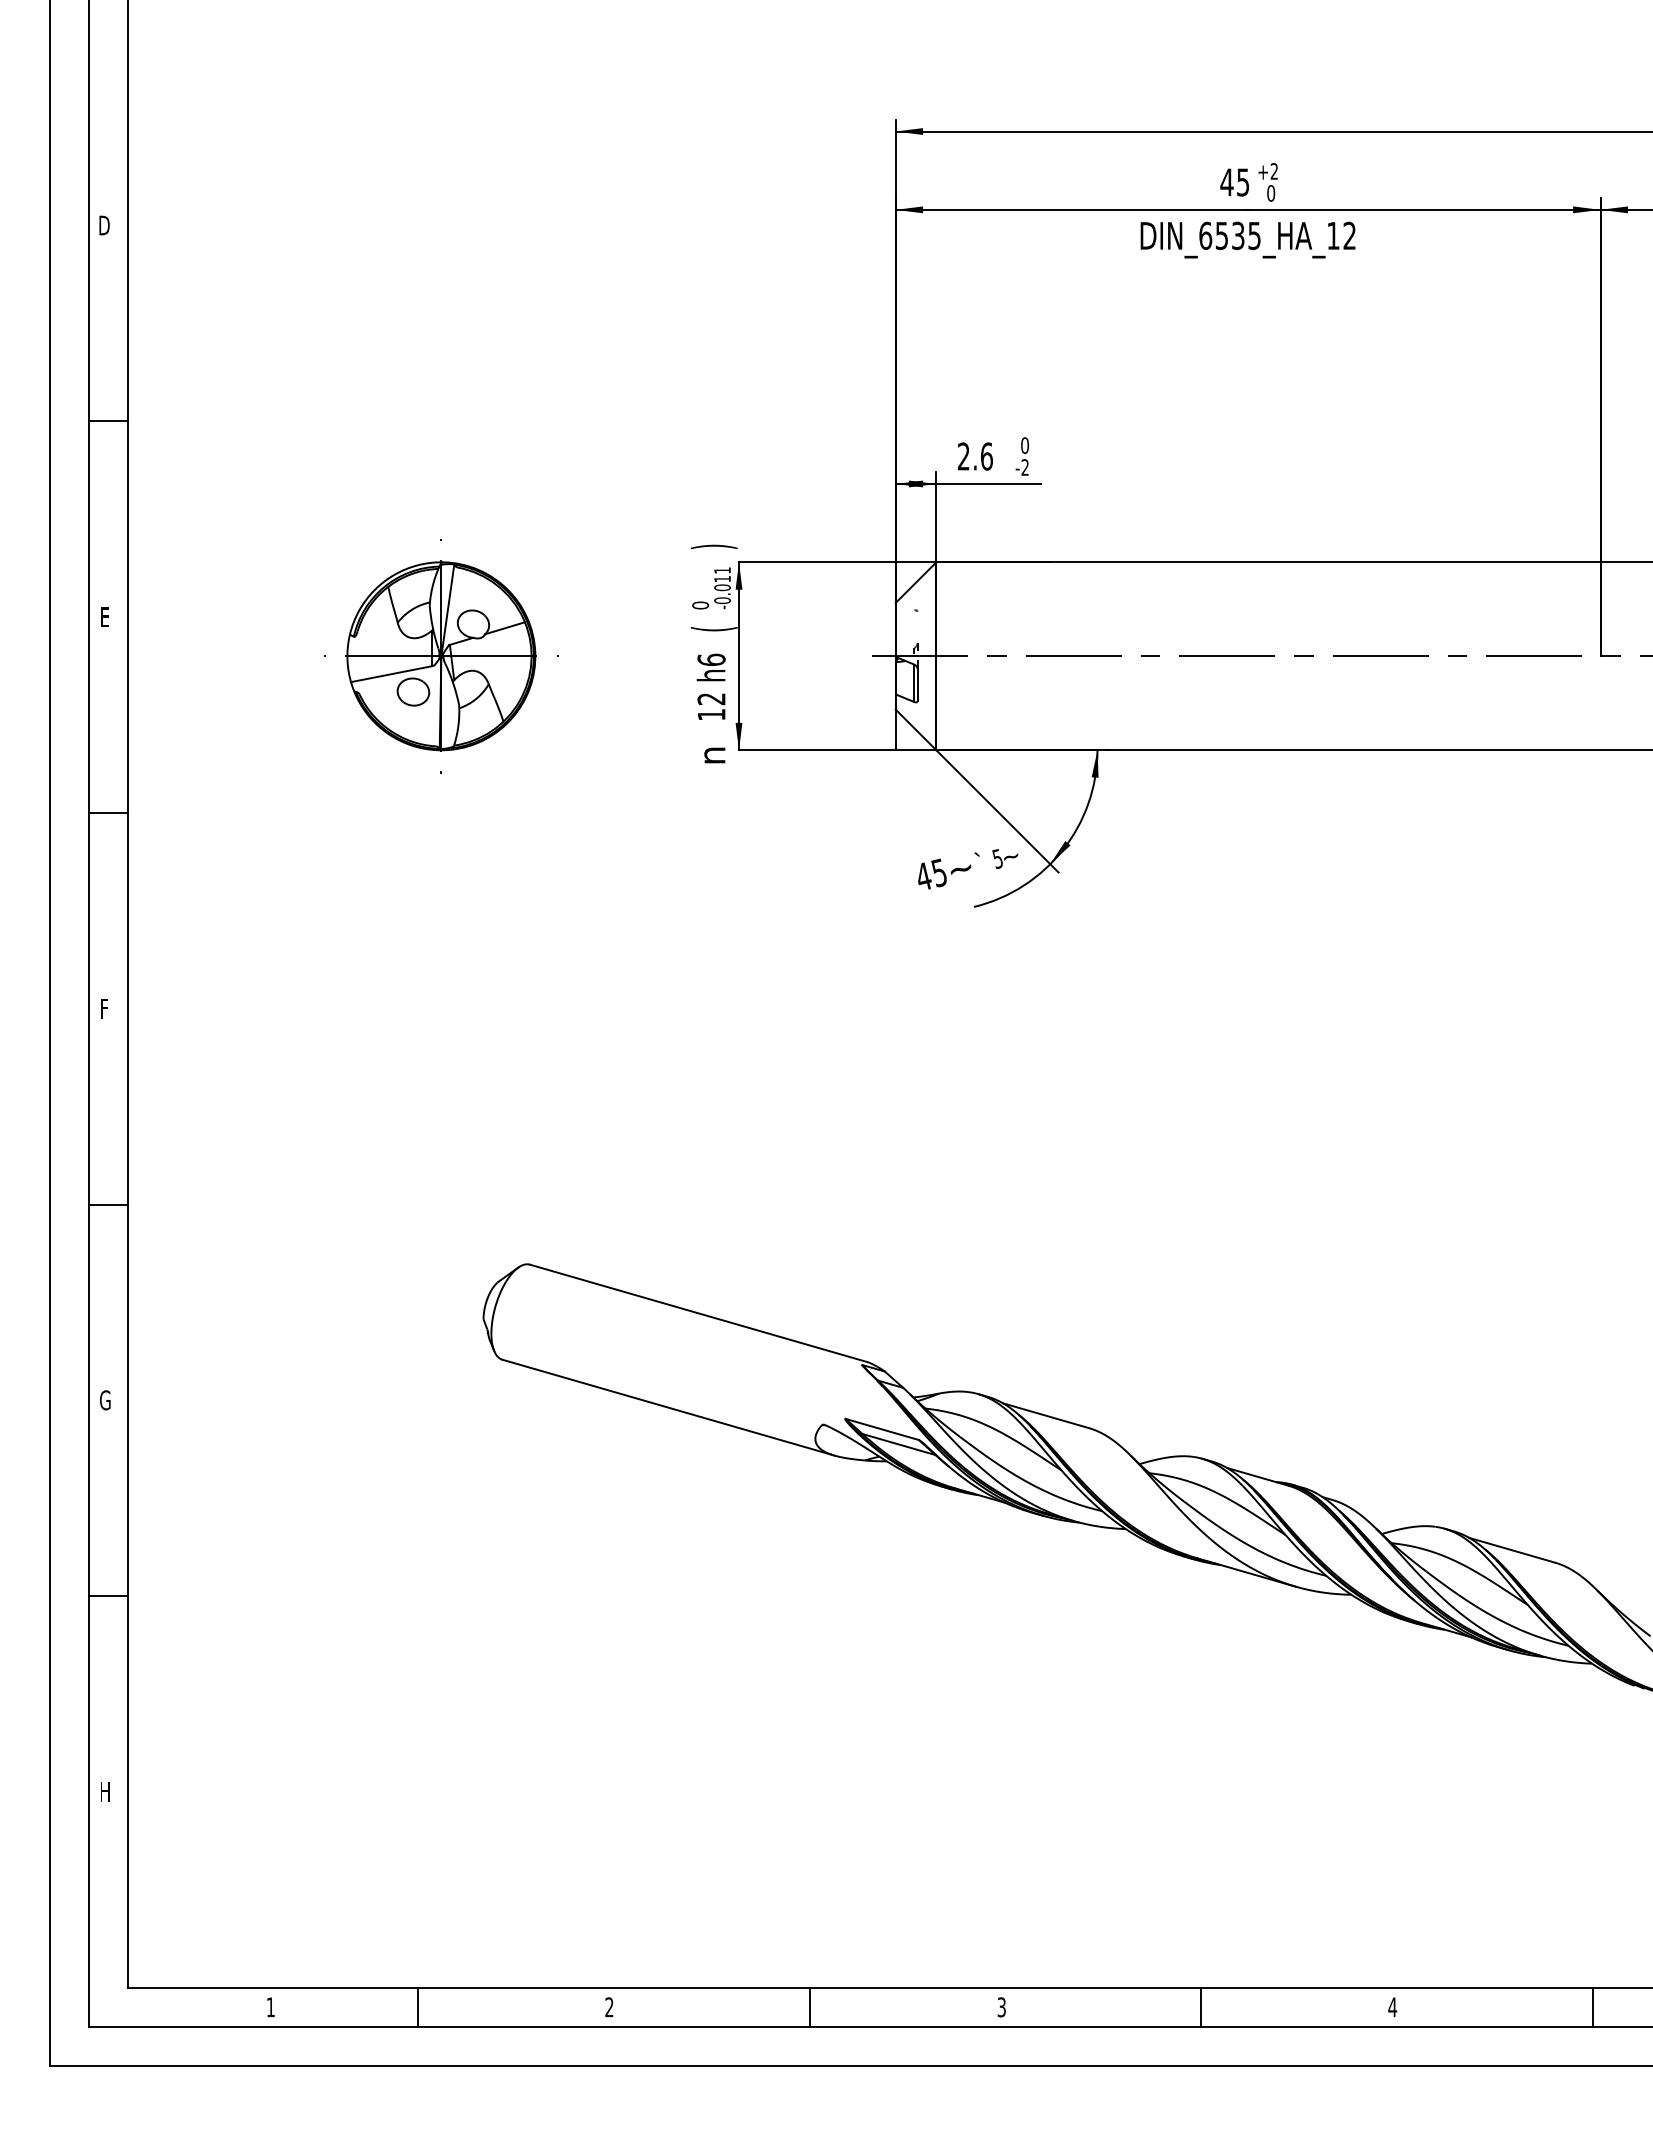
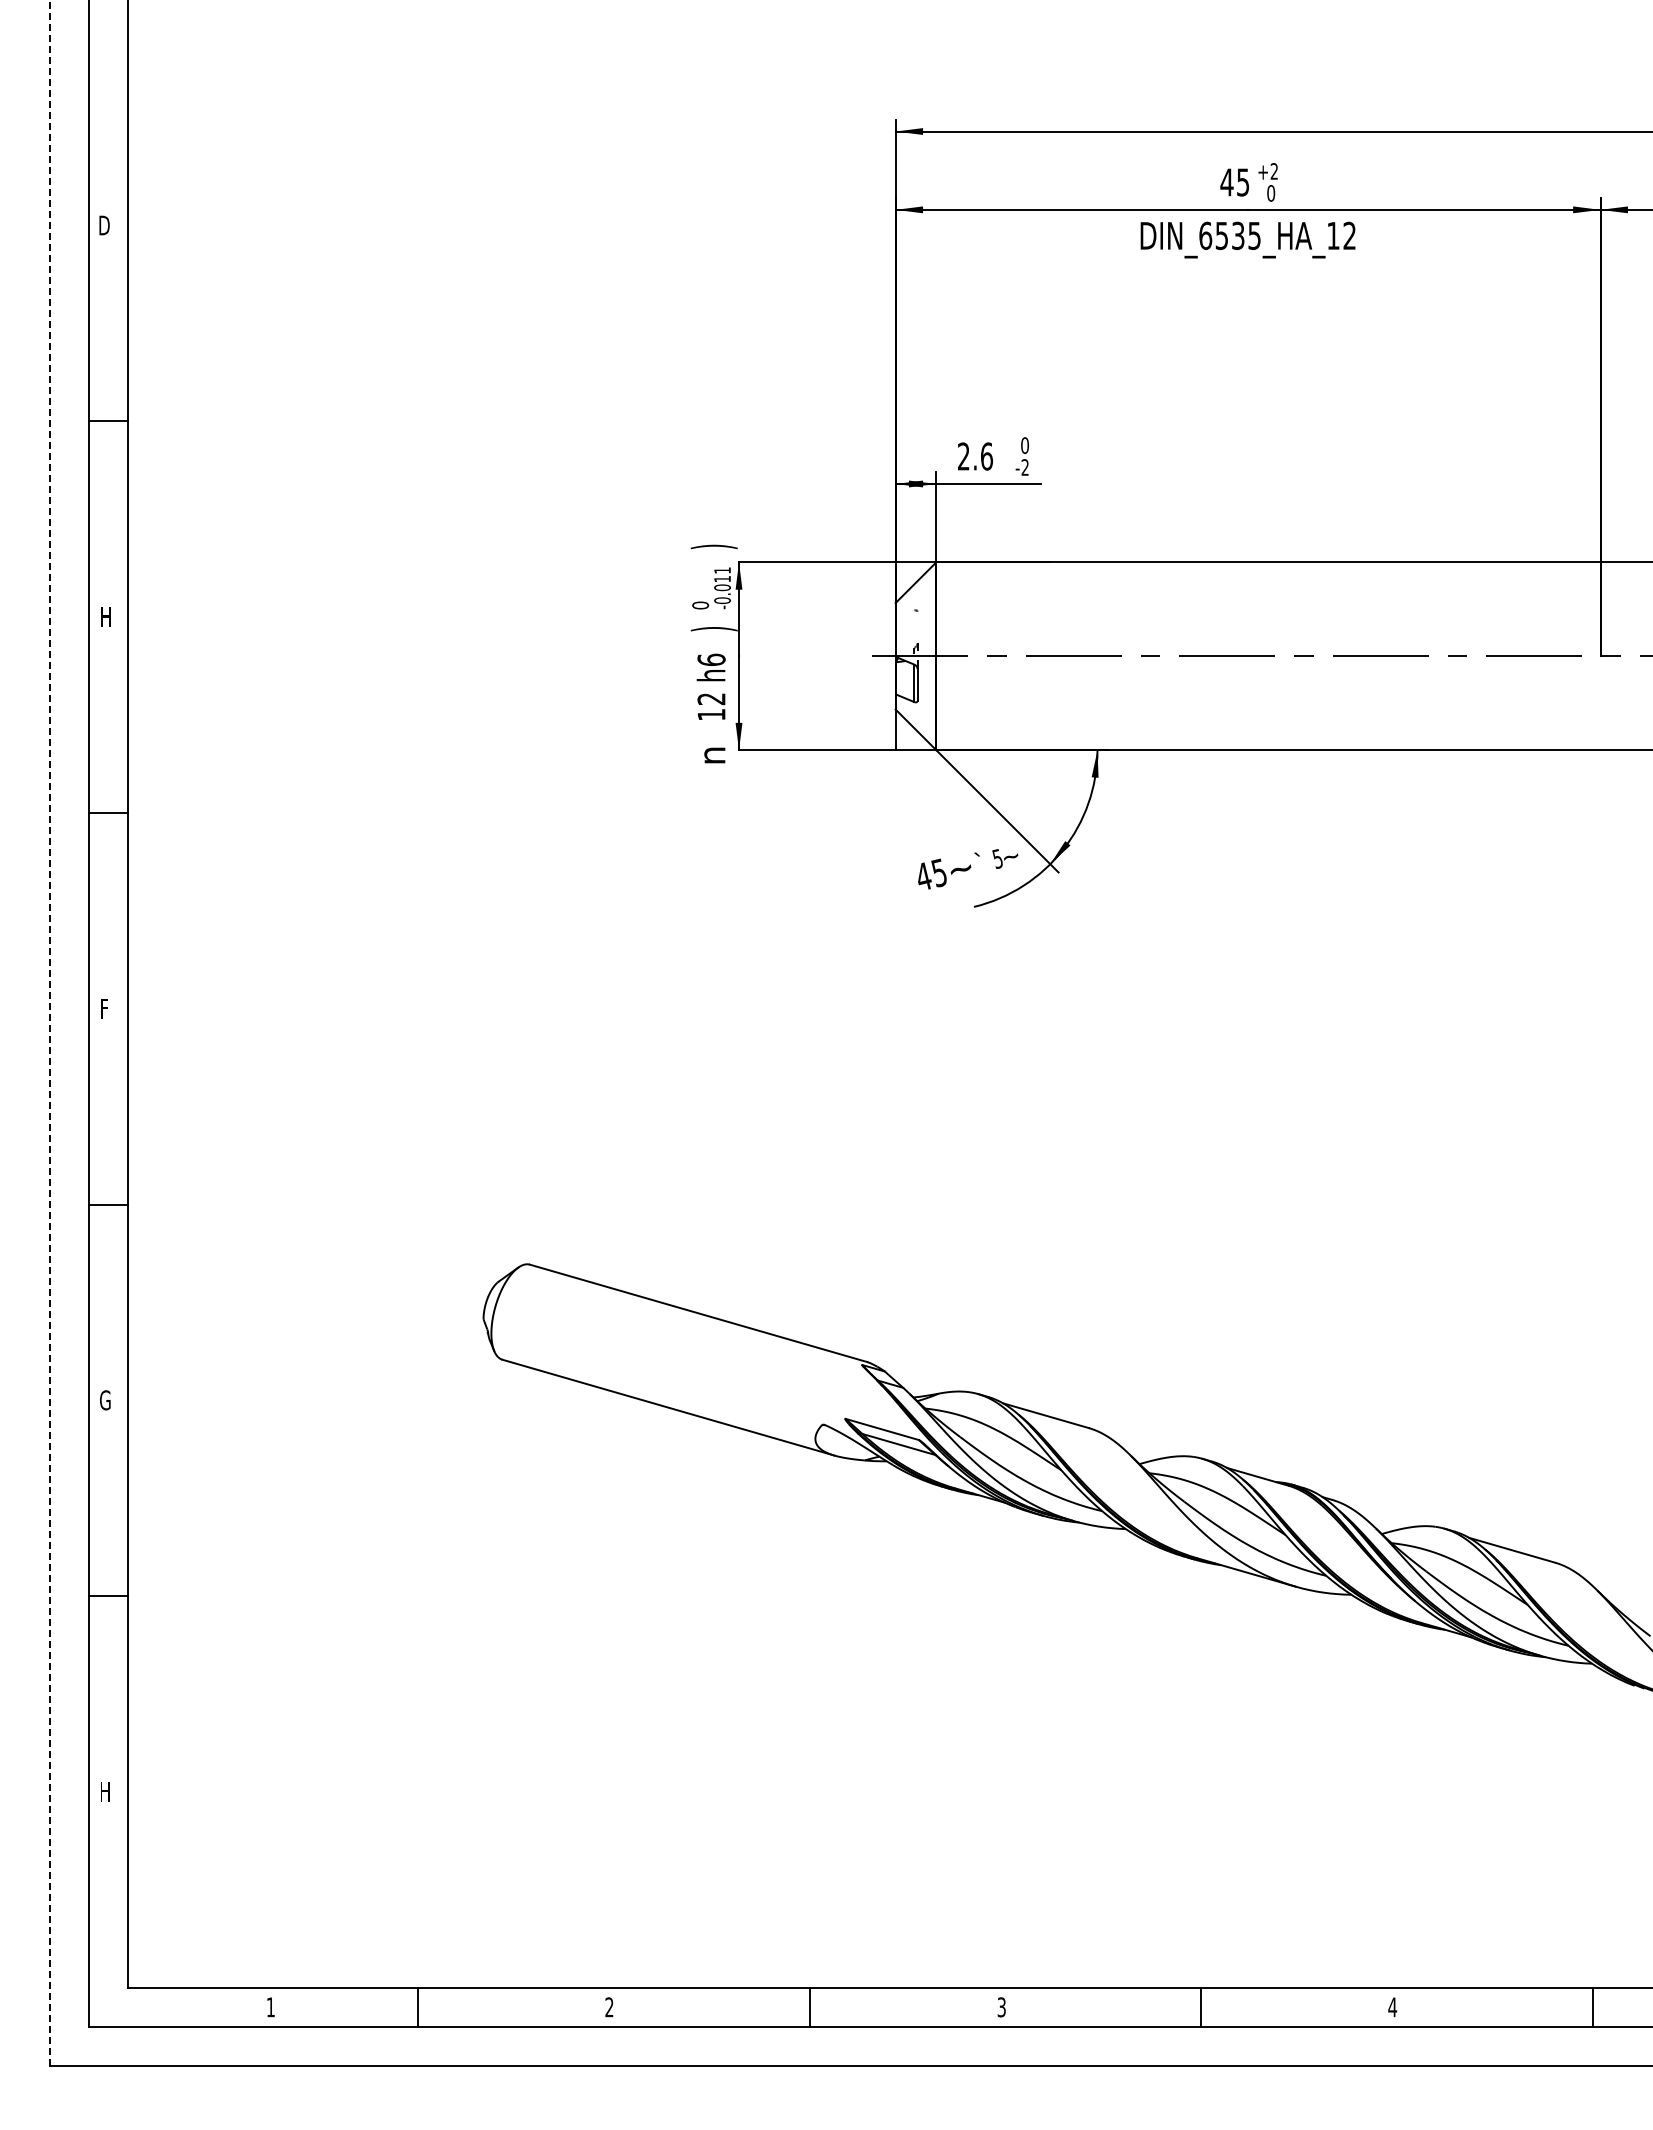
text at (106, 616): E -> H
text at (713, 629): ( -> )
part at (441, 656): present -> none
line at (49, 1033): solid -> dashed
